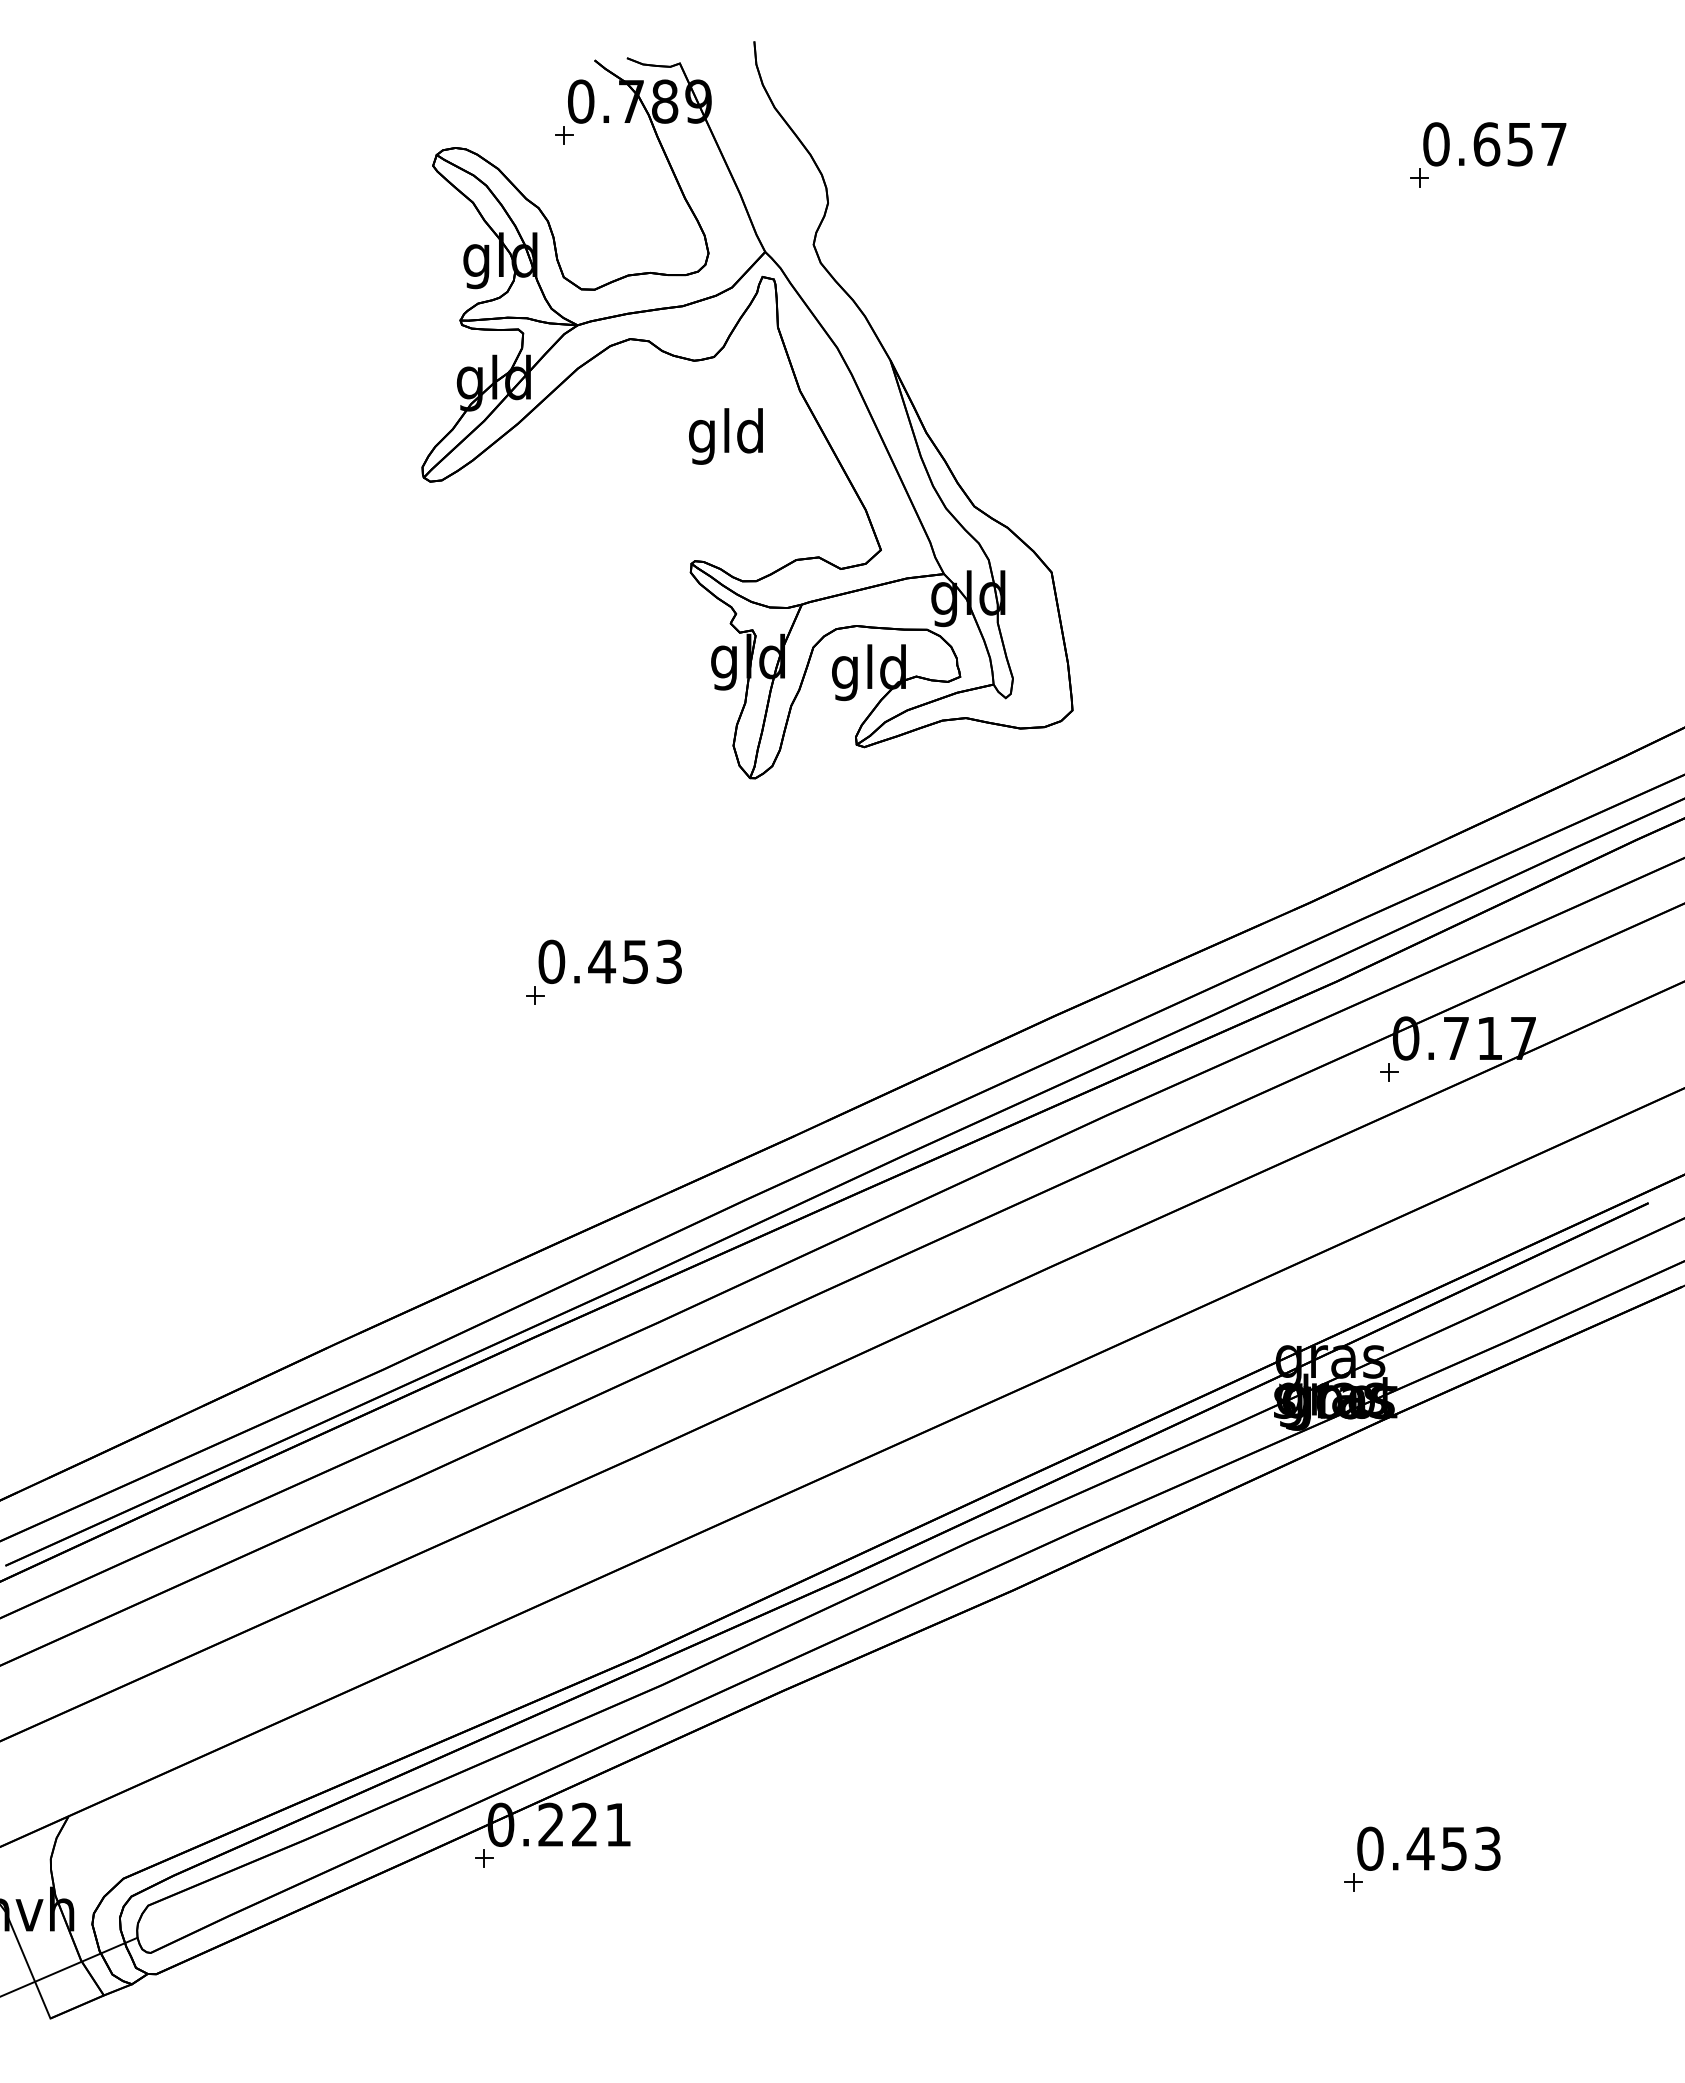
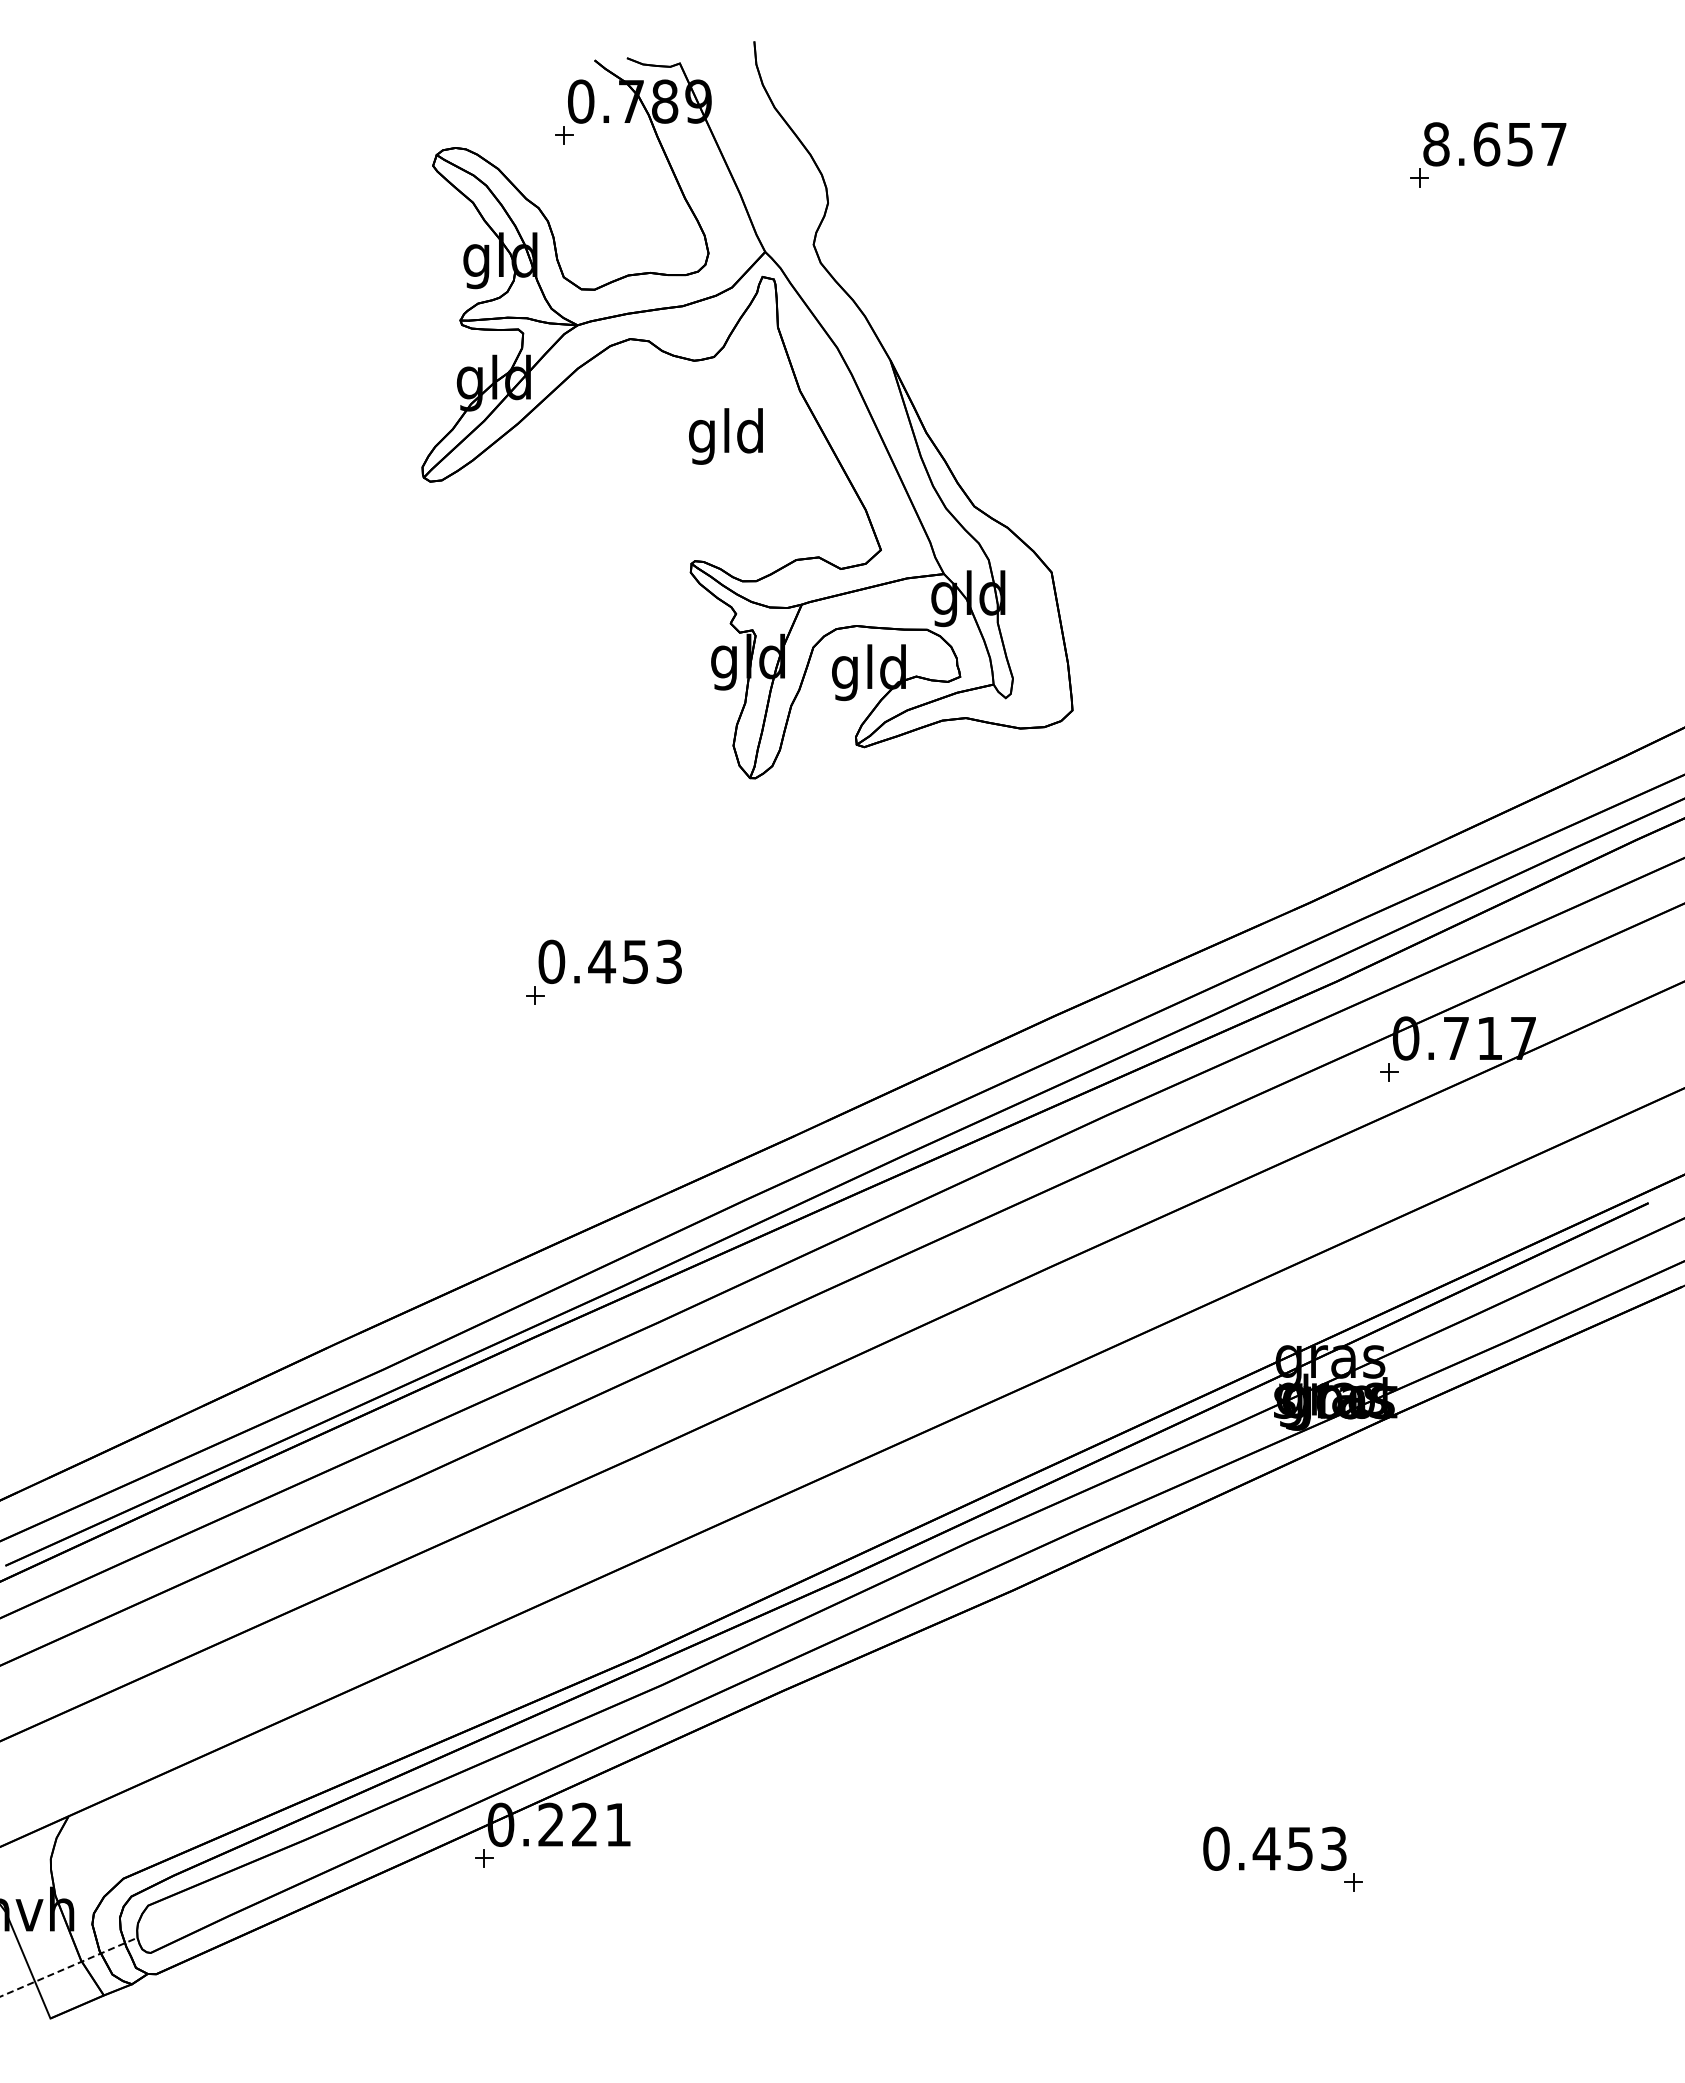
text at (1436, 144): 0.657 -> 8.657
text at (1428, 1848) position: (1428, 1848) -> (1274, 1848)
line at (69, 1966): solid -> dashed
